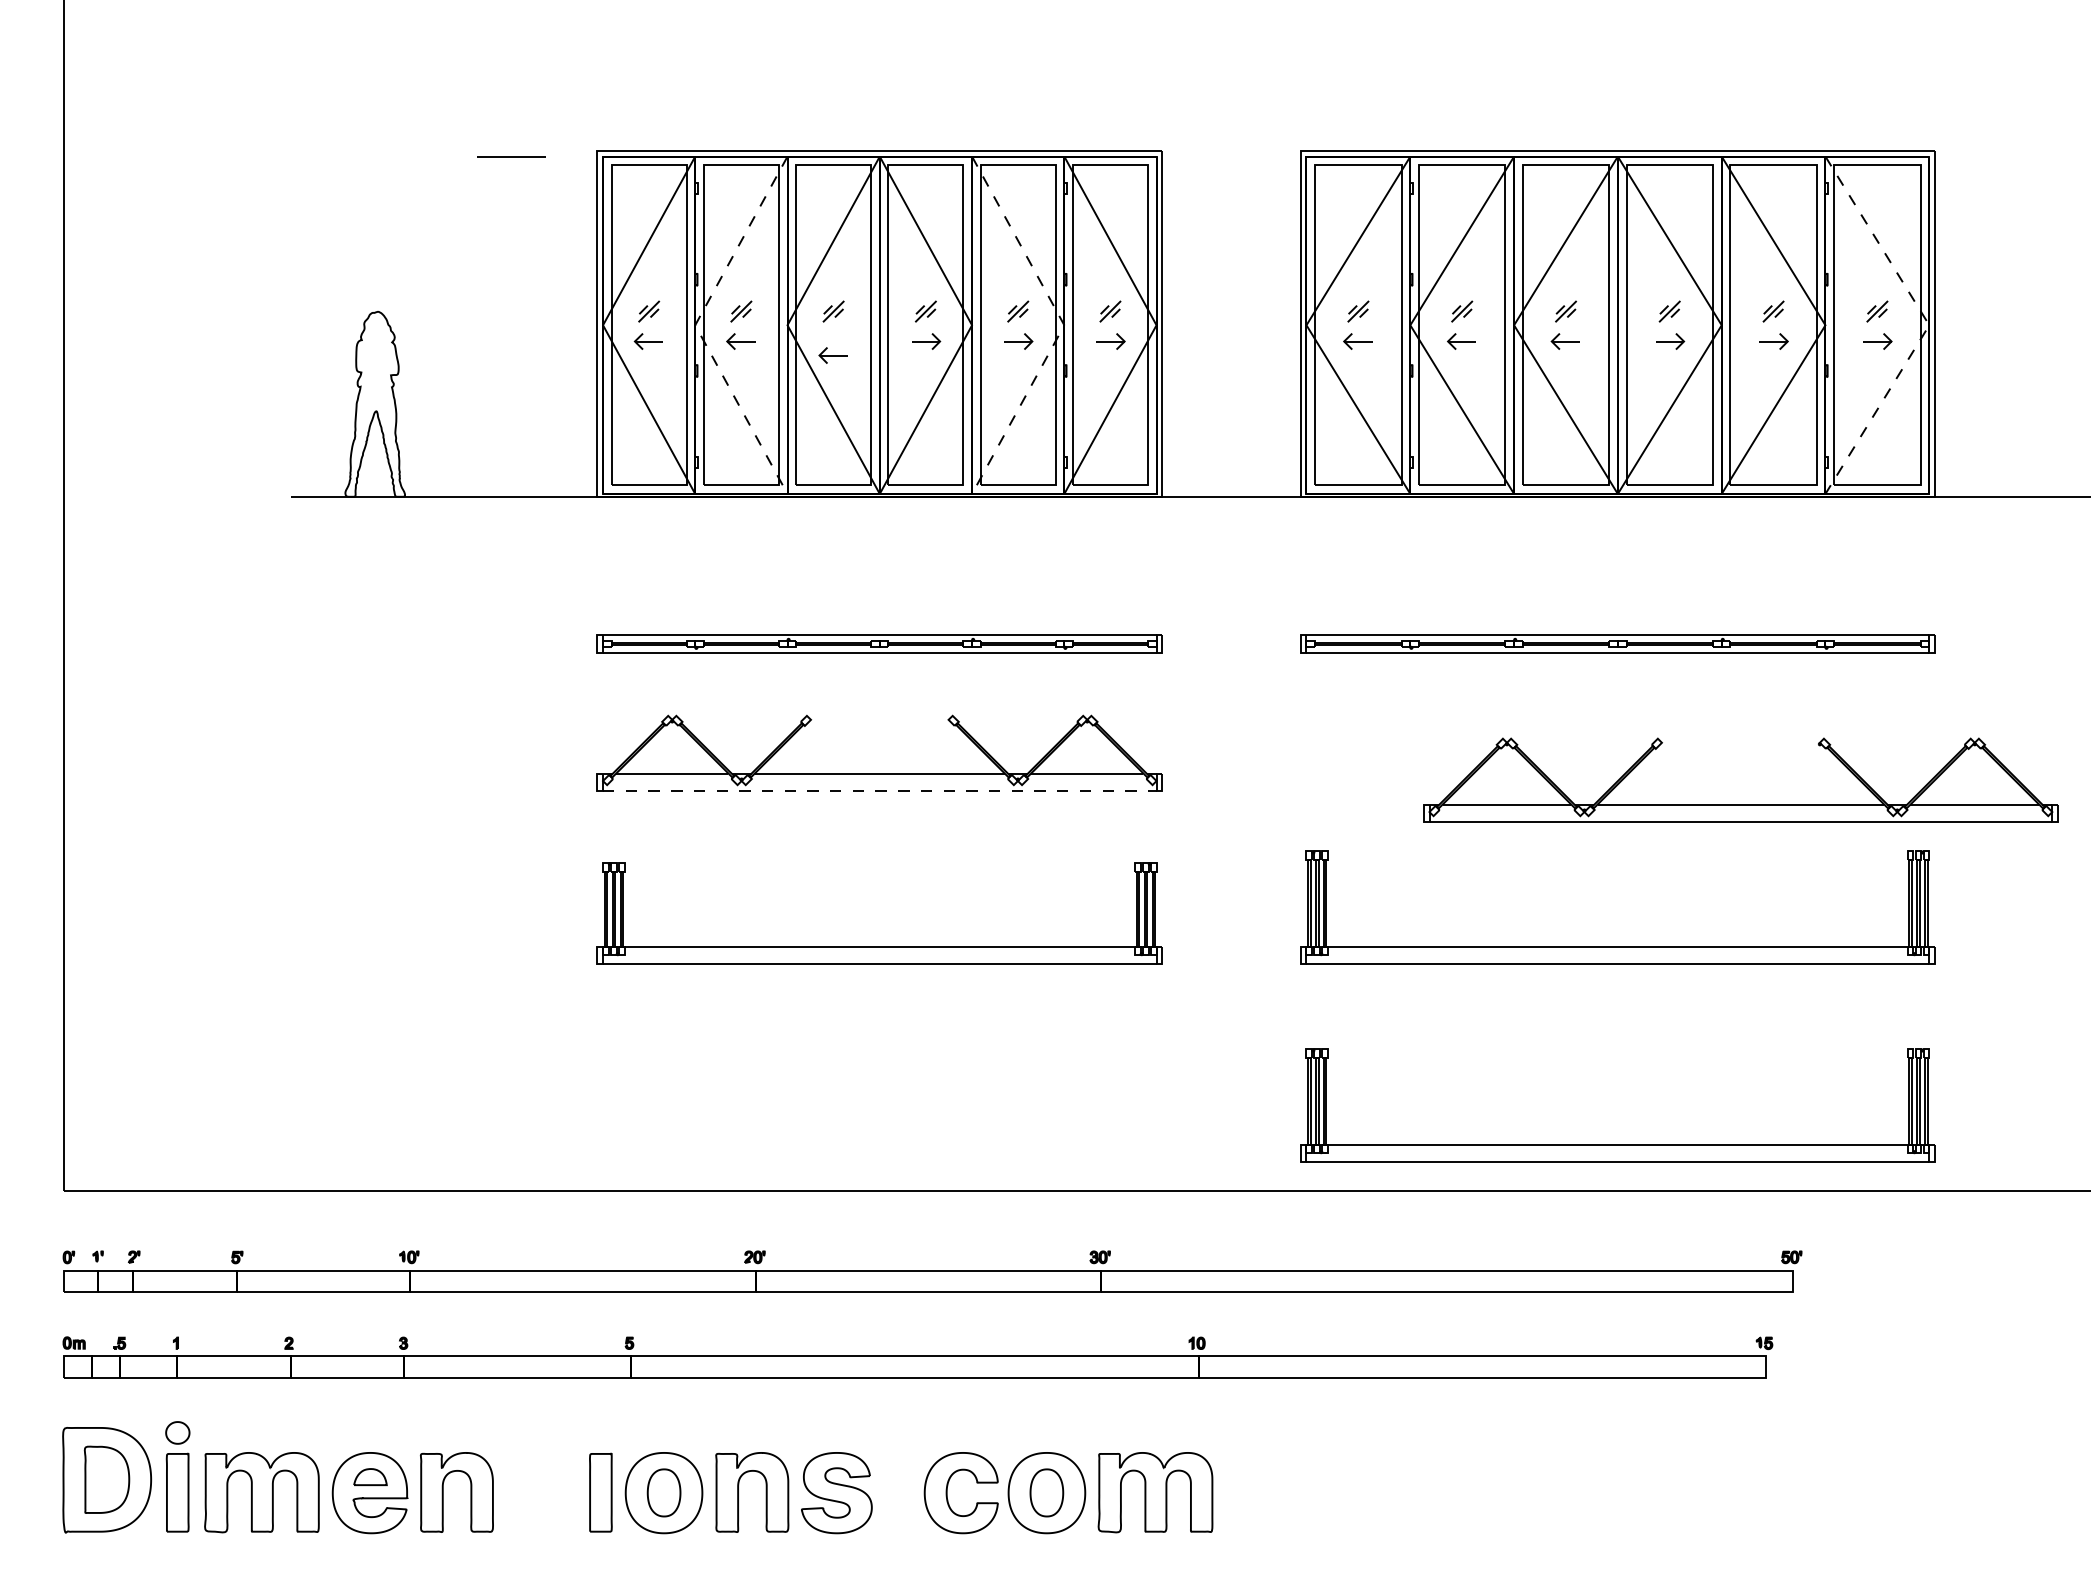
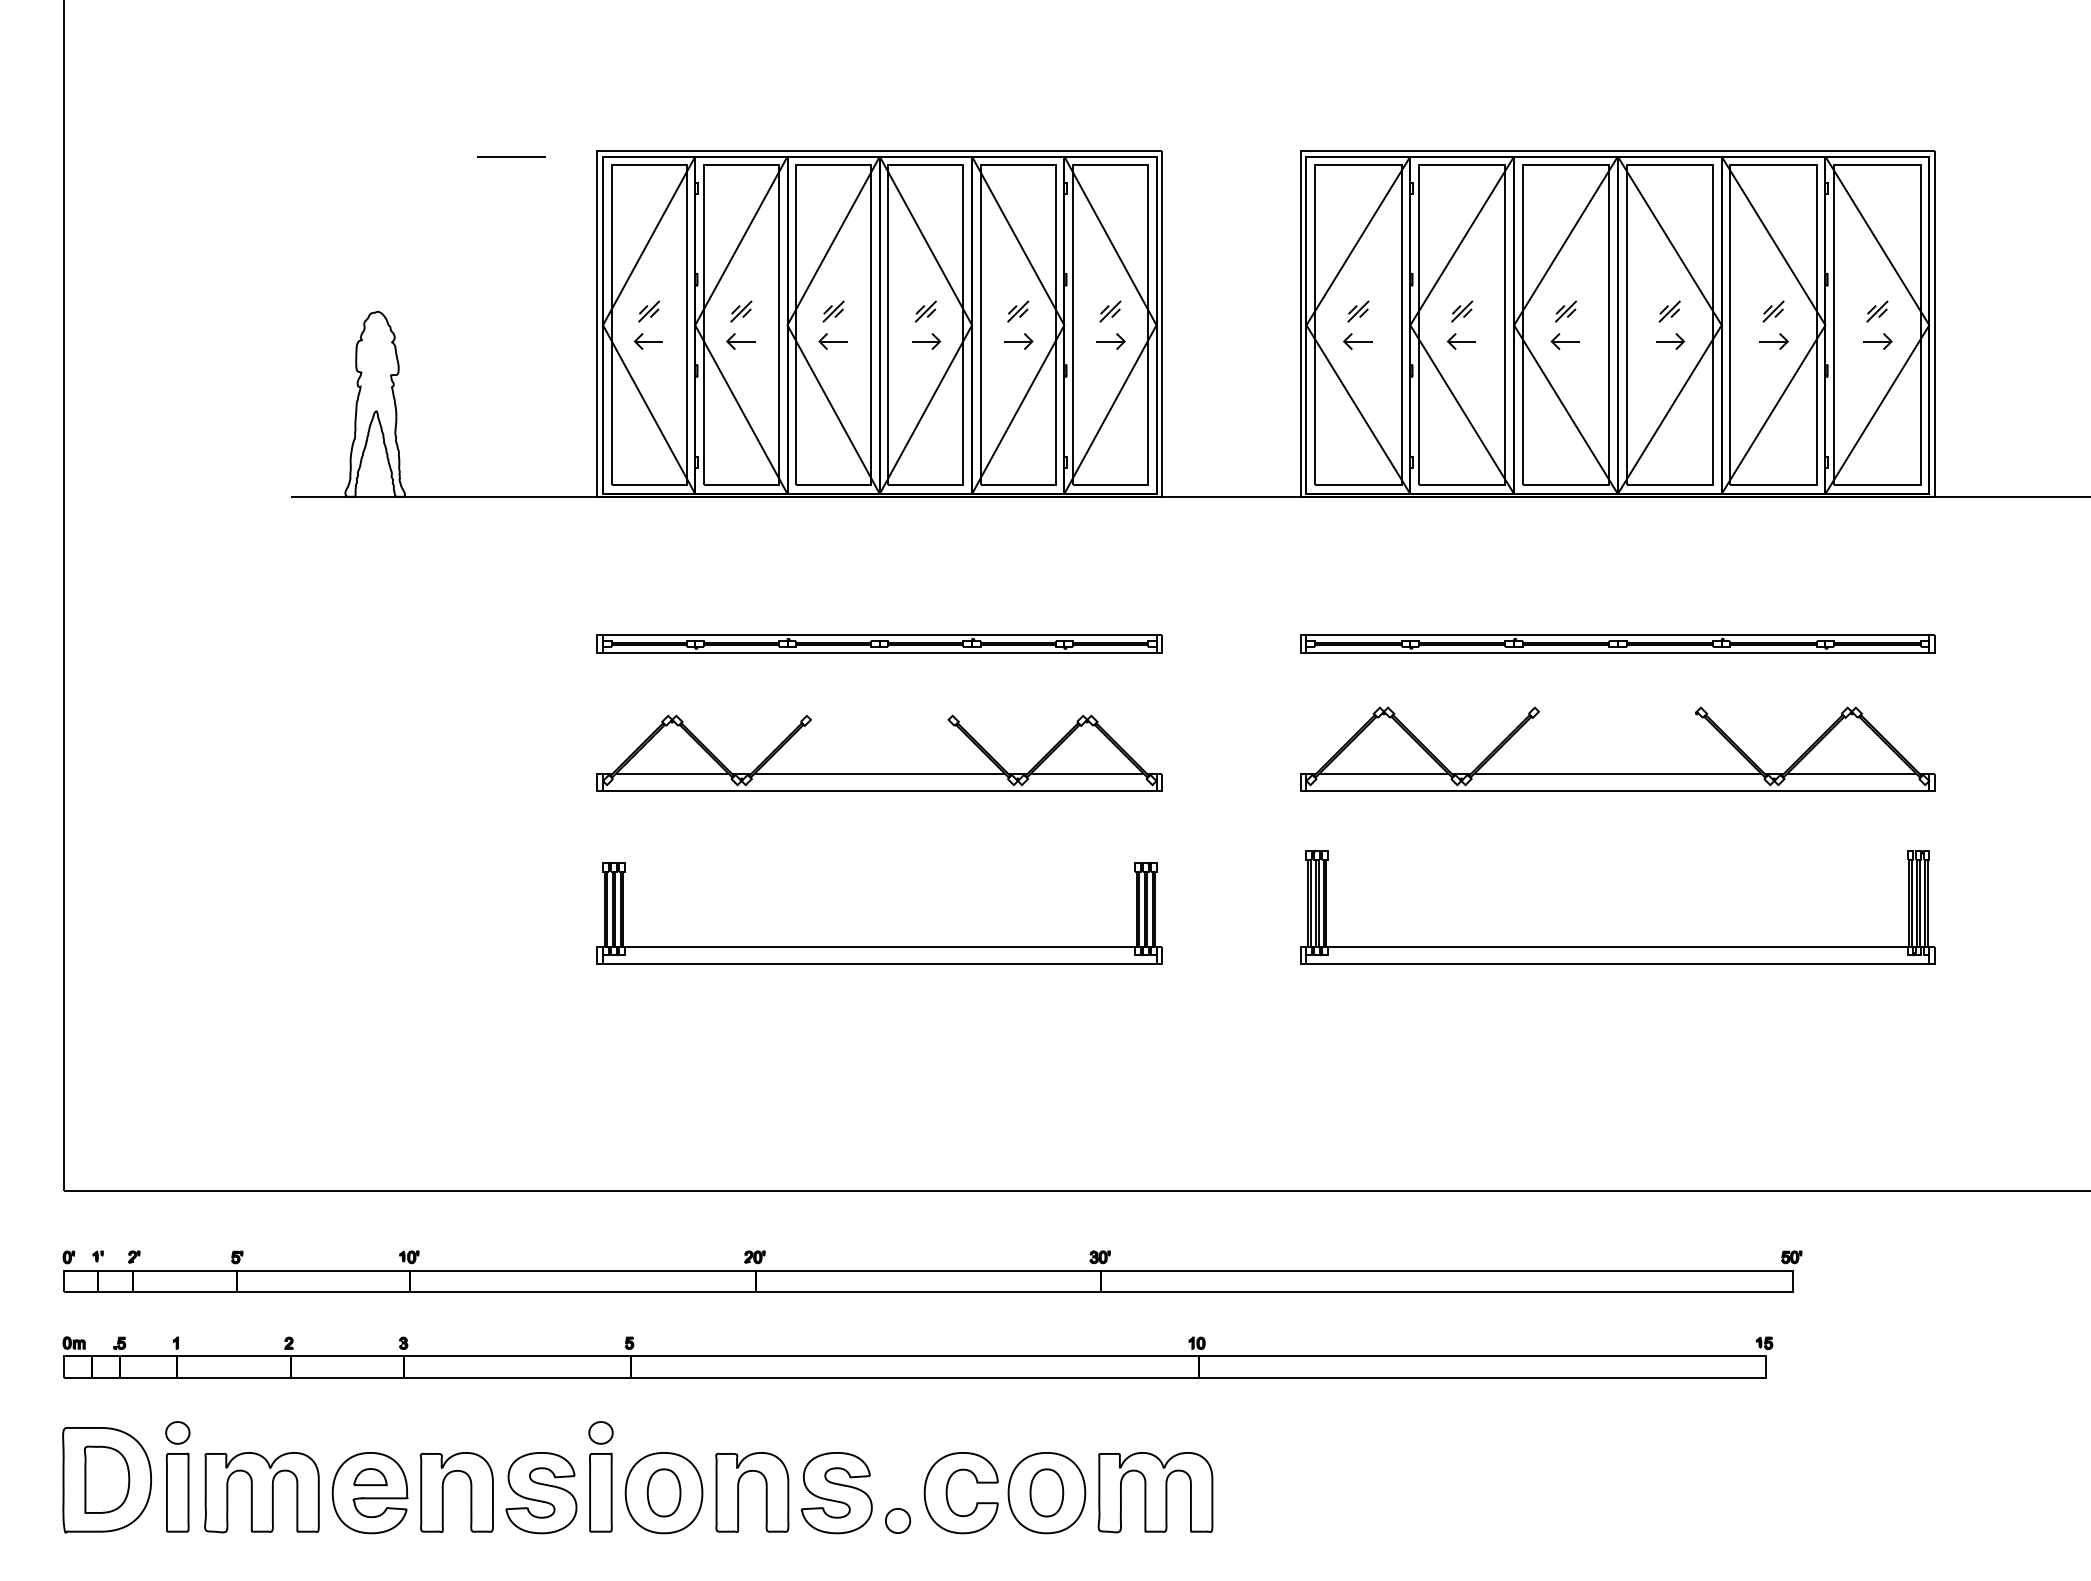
line at (695, 325): dashed -> solid
line at (1064, 325): dashed -> solid
line at (1929, 325): dashed -> solid
part at (832, 355) position: (832, 355) -> (832, 341)
line at (879, 790): dashed -> solid
part at (1740, 804) position: (1740, 804) -> (1617, 773)
part at (1617, 1144): present -> none
part at (600, 1432): none -> present
part at (541, 1493): none -> present
part at (898, 1520): none -> present
